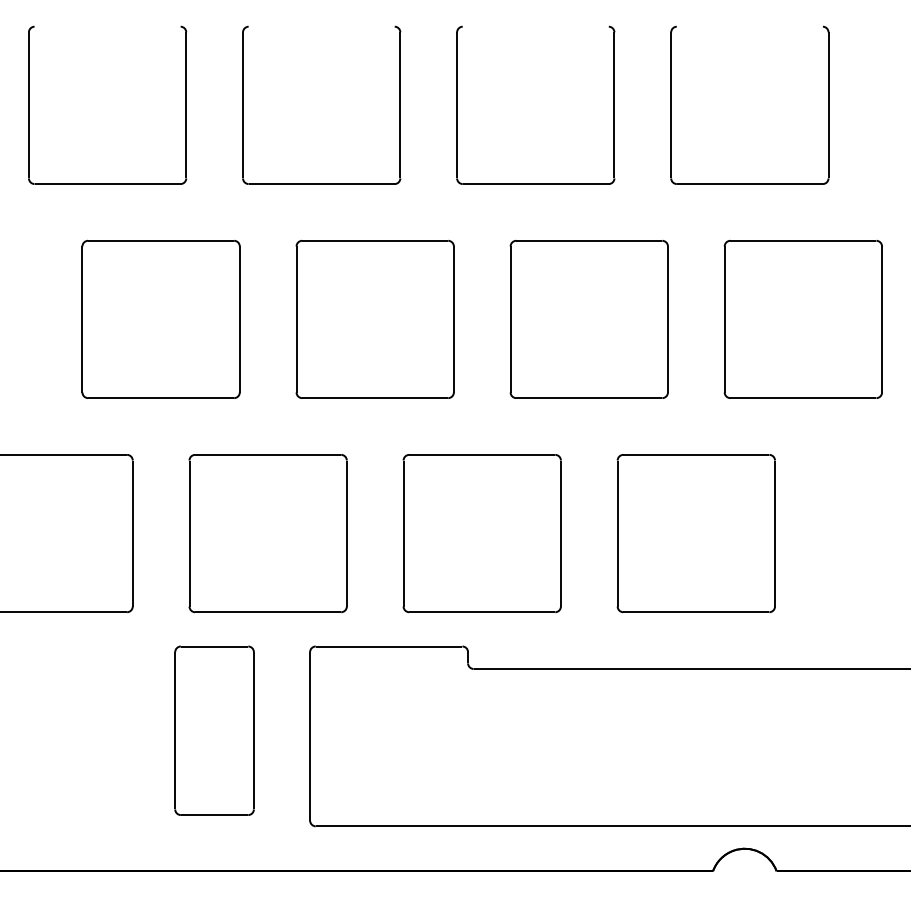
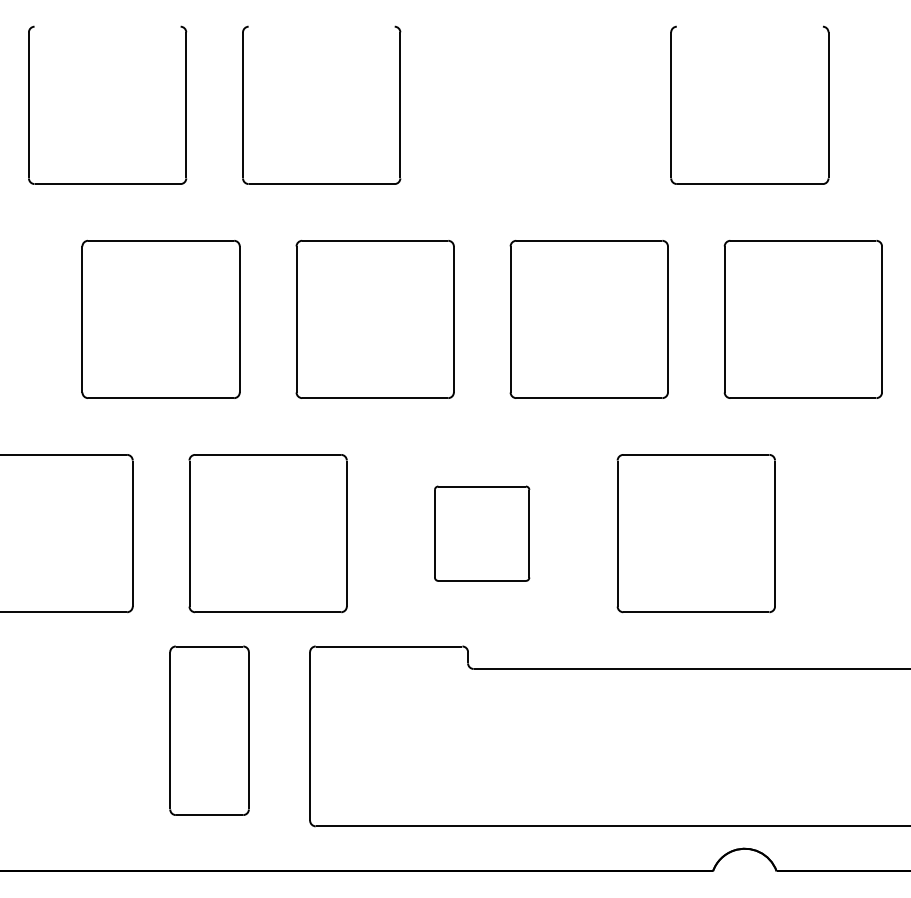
part at (457, 104): present -> none
part at (481, 533) size: 160x160 px -> 97x97 px
part at (214, 730) position: (214, 730) -> (209, 730)
